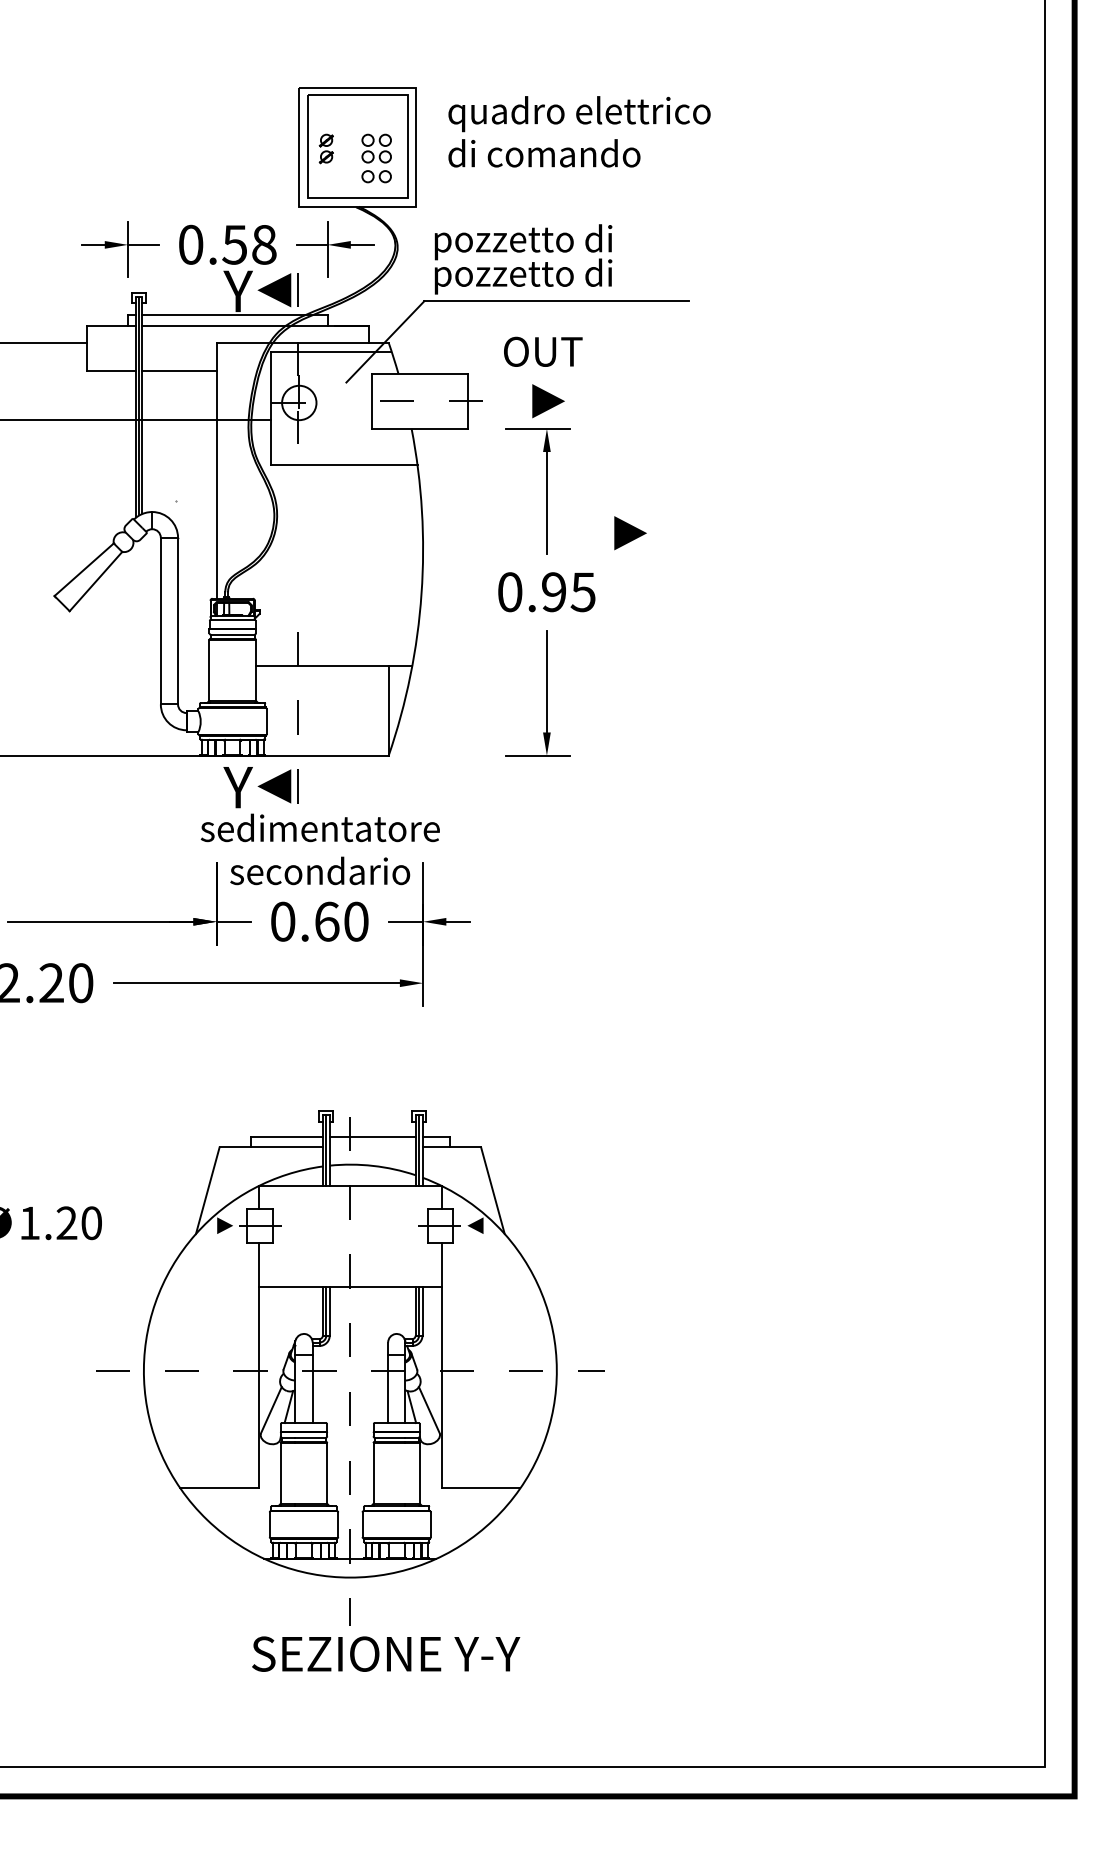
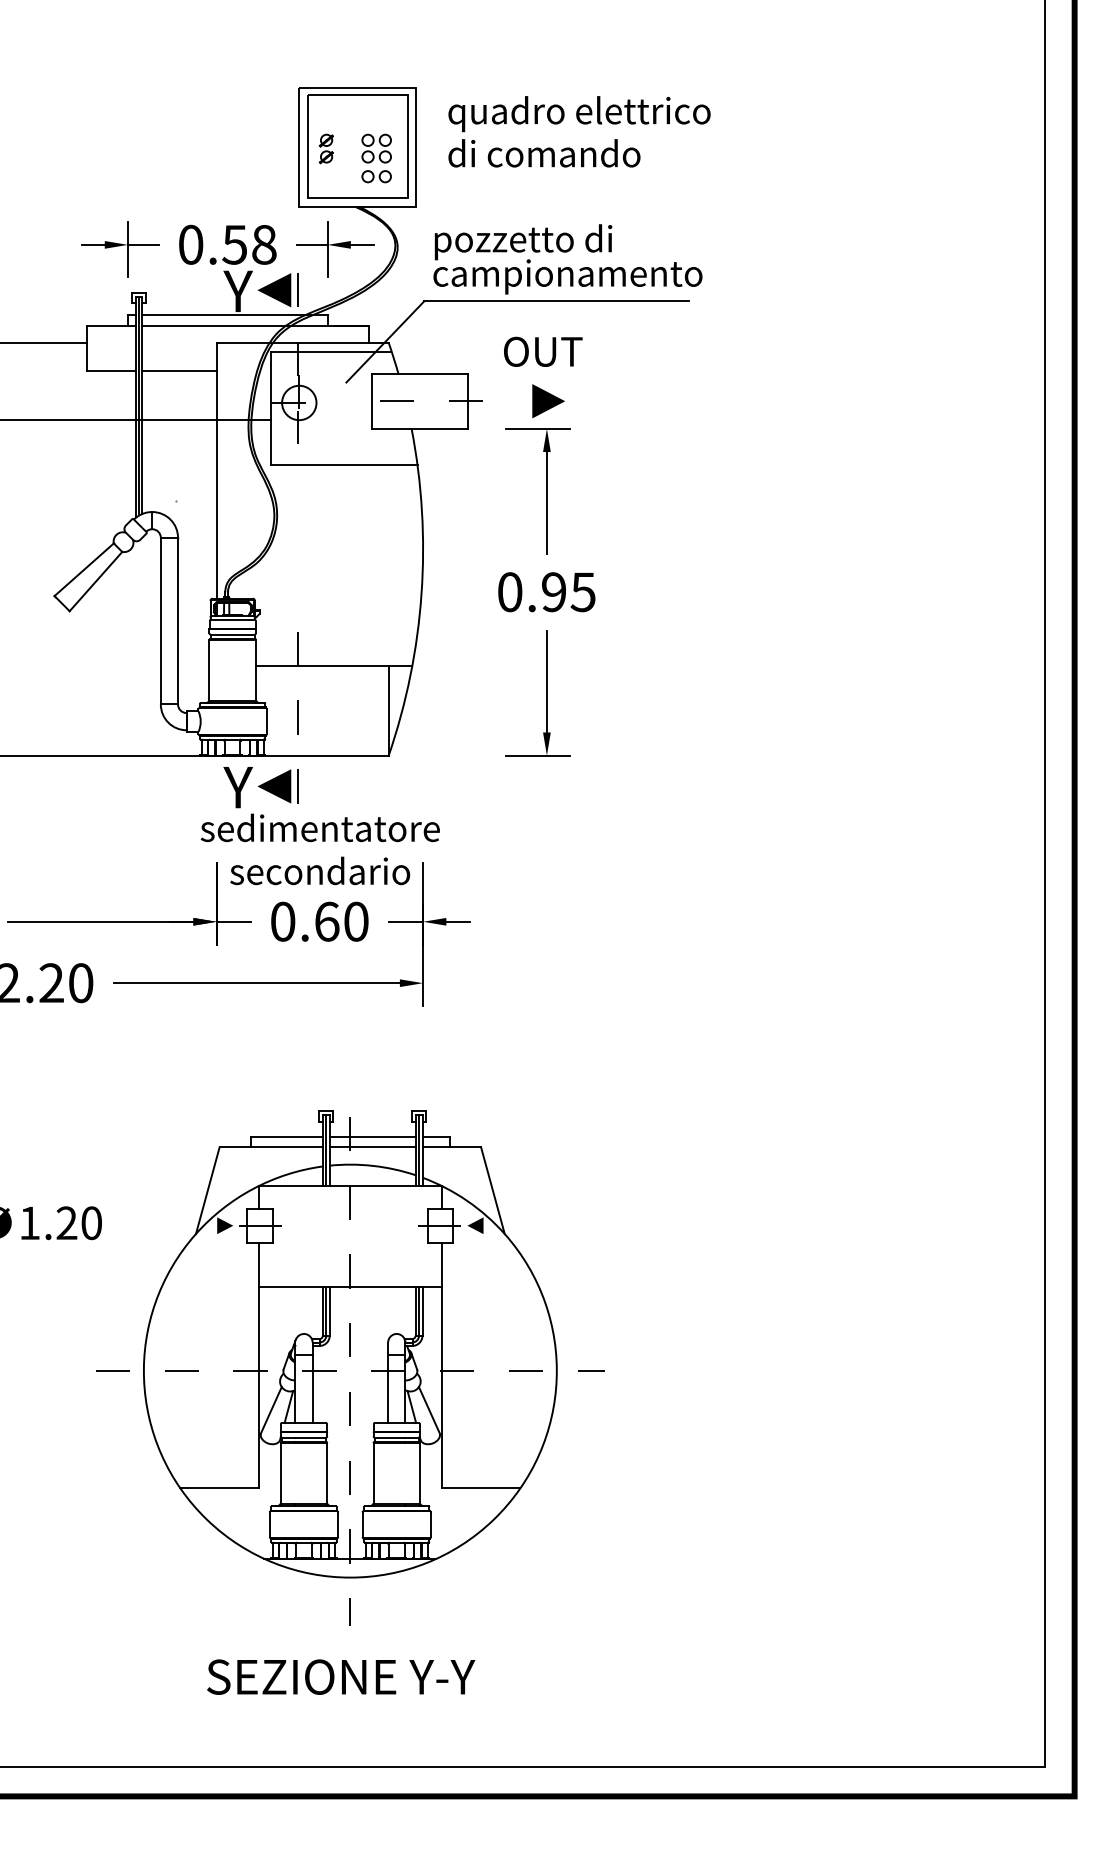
text at (567, 276): pozzetto di -> campionamento
line at (630, 533): present -> none
line at (372, 1147): none -> present
text at (386, 1653) position: (386, 1653) -> (341, 1676)
